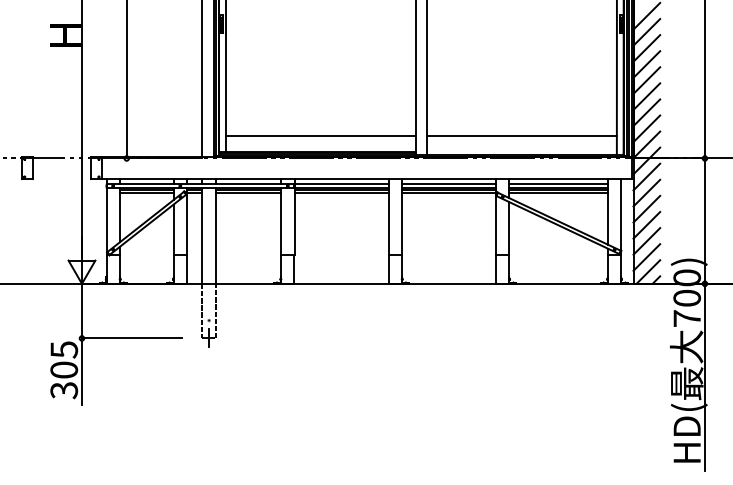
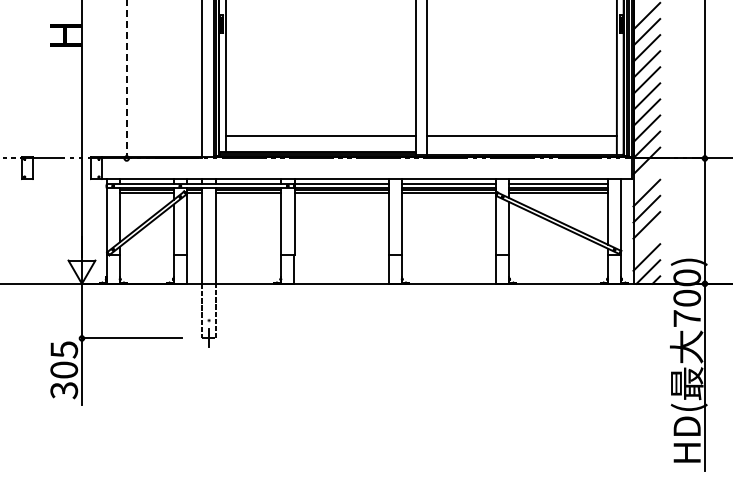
line at (126, 79): solid -> dashed
line at (646, 176): present -> none
line at (646, 241): present -> none
